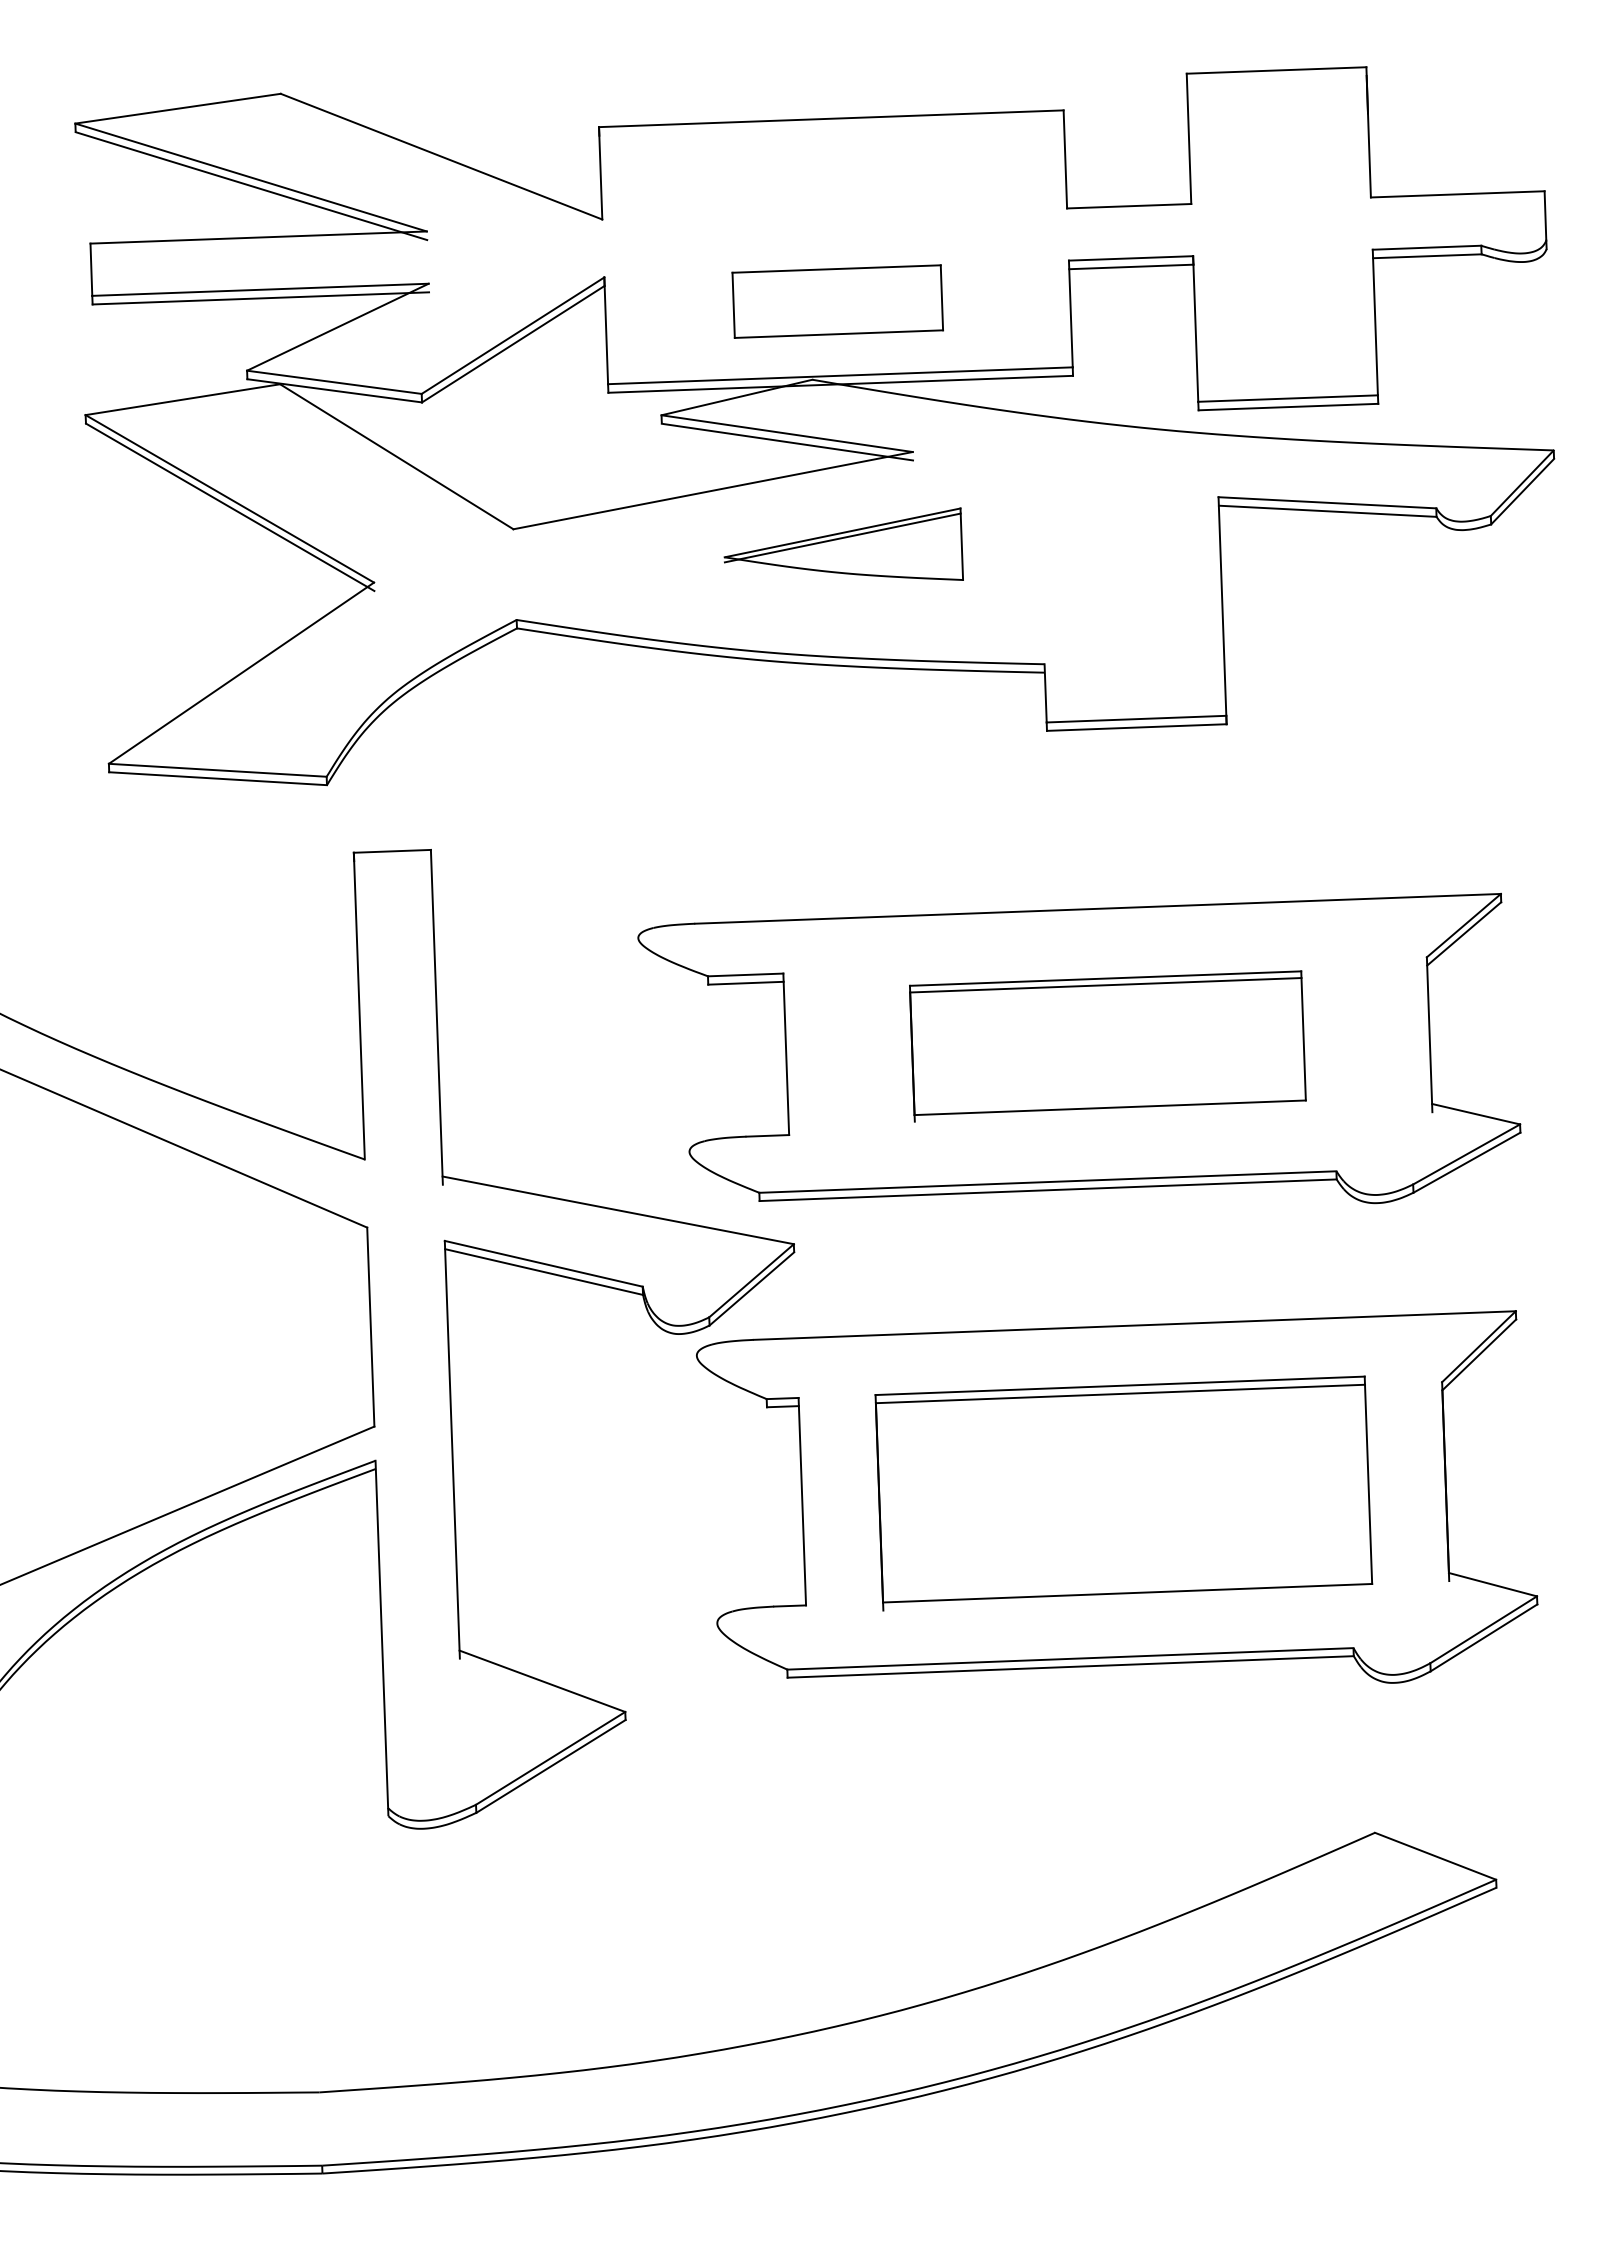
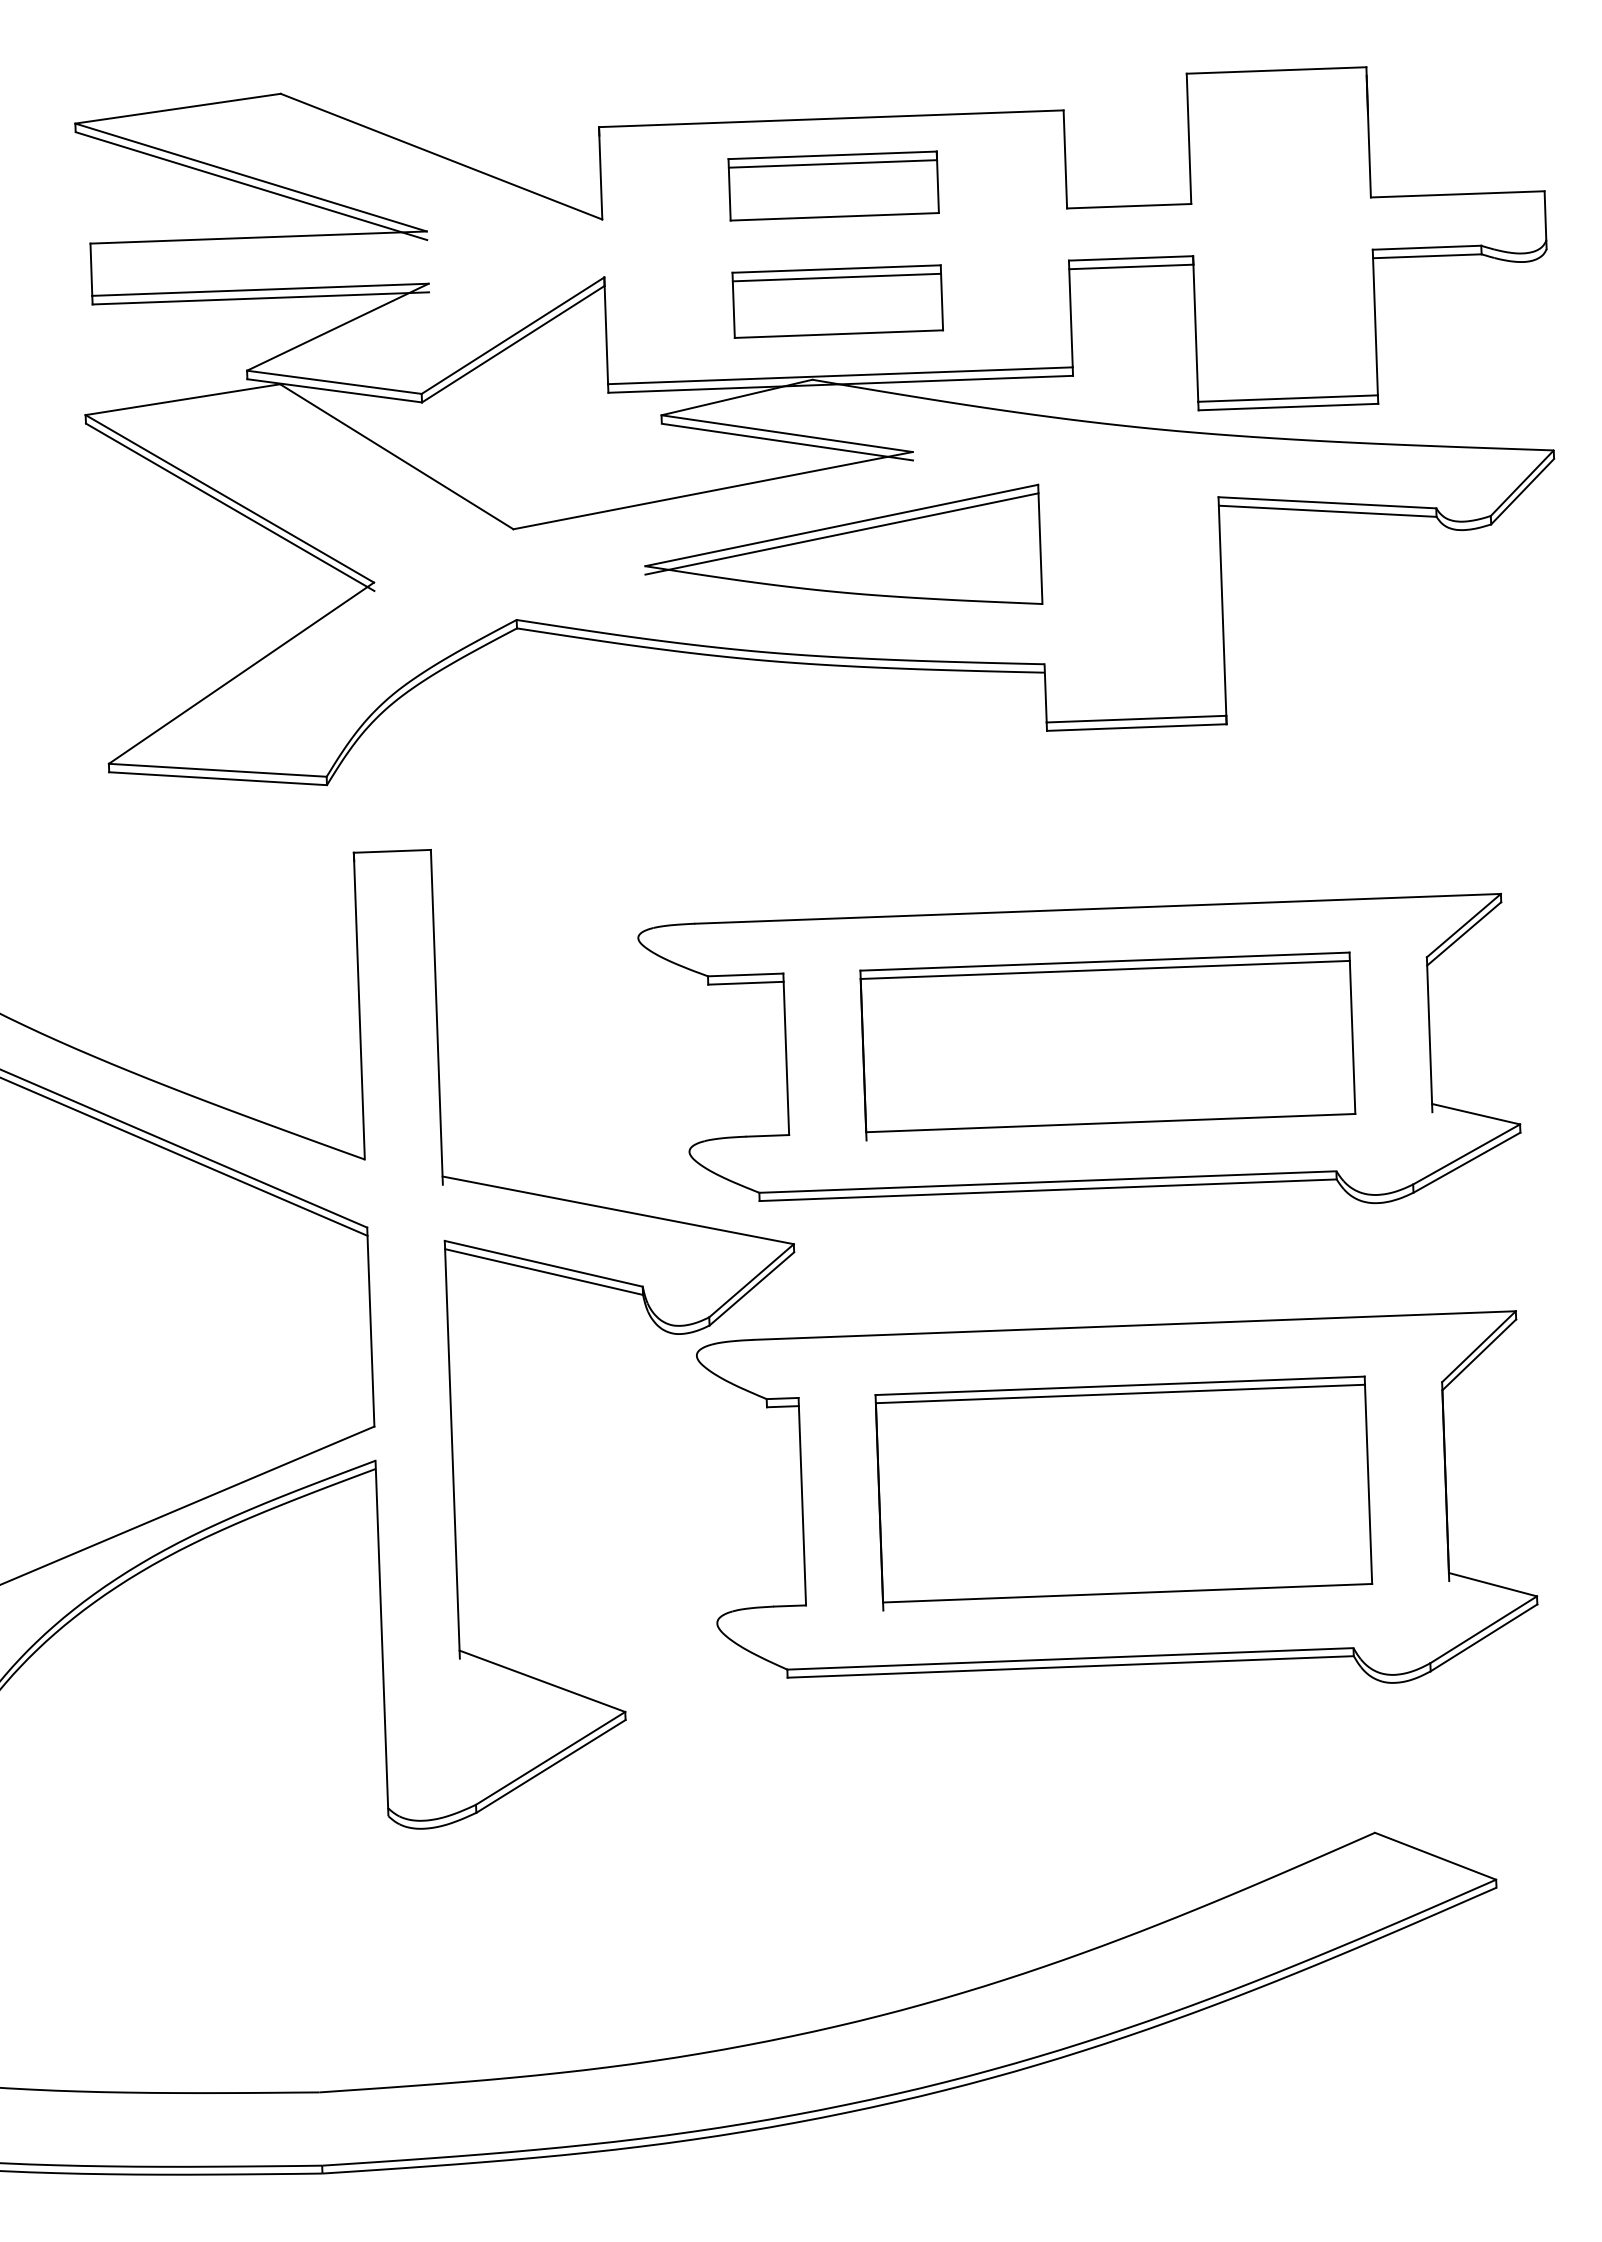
part at (833, 185): none -> present
line at (836, 277): none -> present
part at (843, 543) size: 241x74 px -> 400x122 px
part at (1107, 1046) size: 398x153 px -> 498x191 px
line at (184, 1156): none -> present
